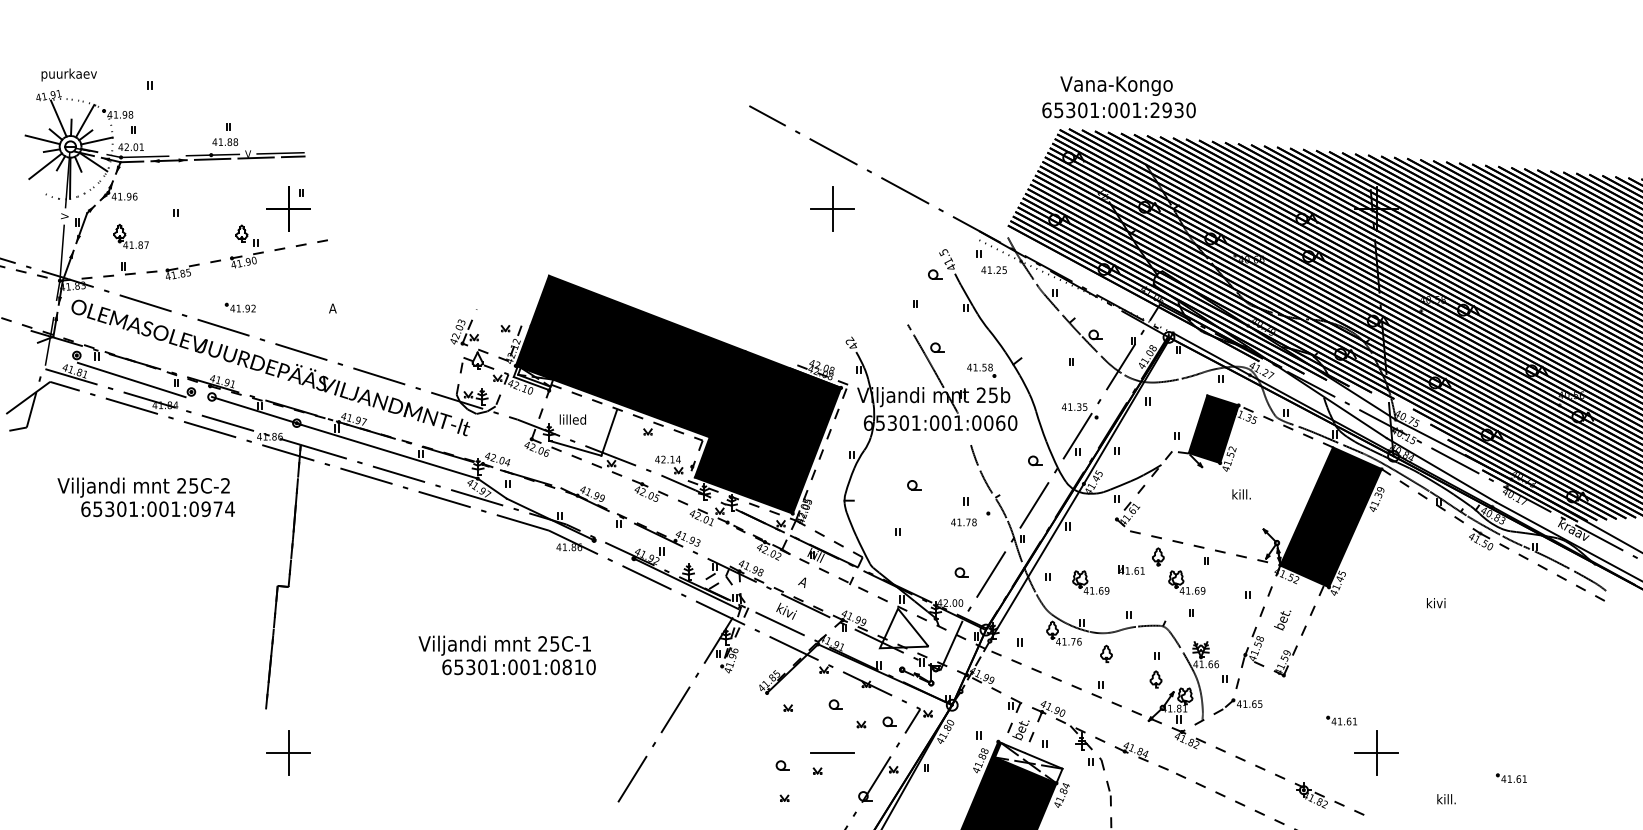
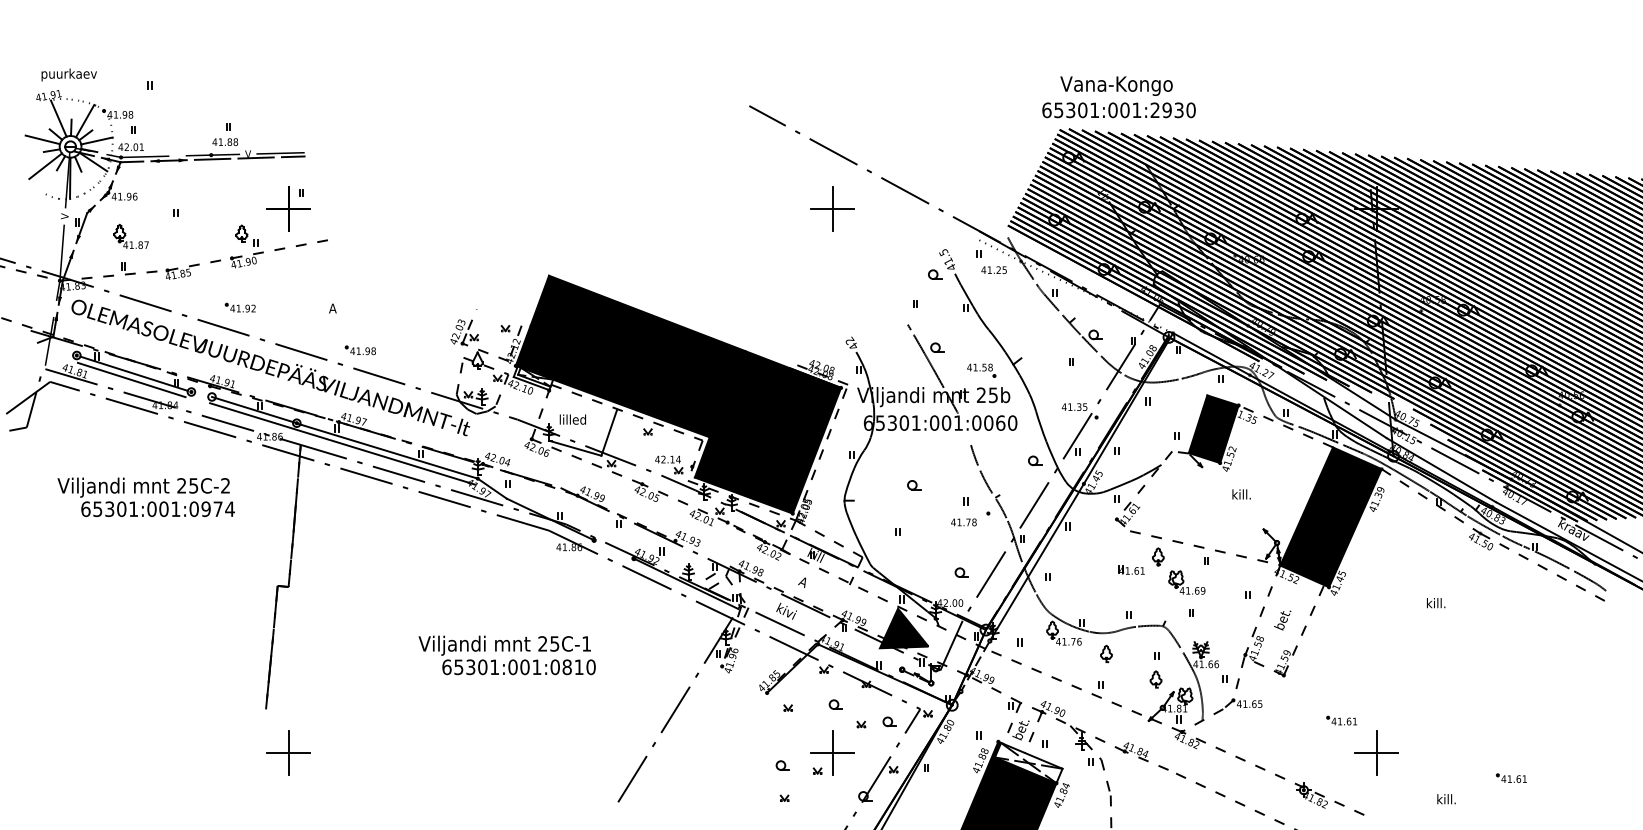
part at (359, 350): none -> present
line at (133, 373): none -> present
line at (342, 443): none -> present
part at (1090, 582): present -> none
text at (1440, 603): kivi -> kill.
fill at (903, 628): none -> present
line at (832, 753): none -> present
